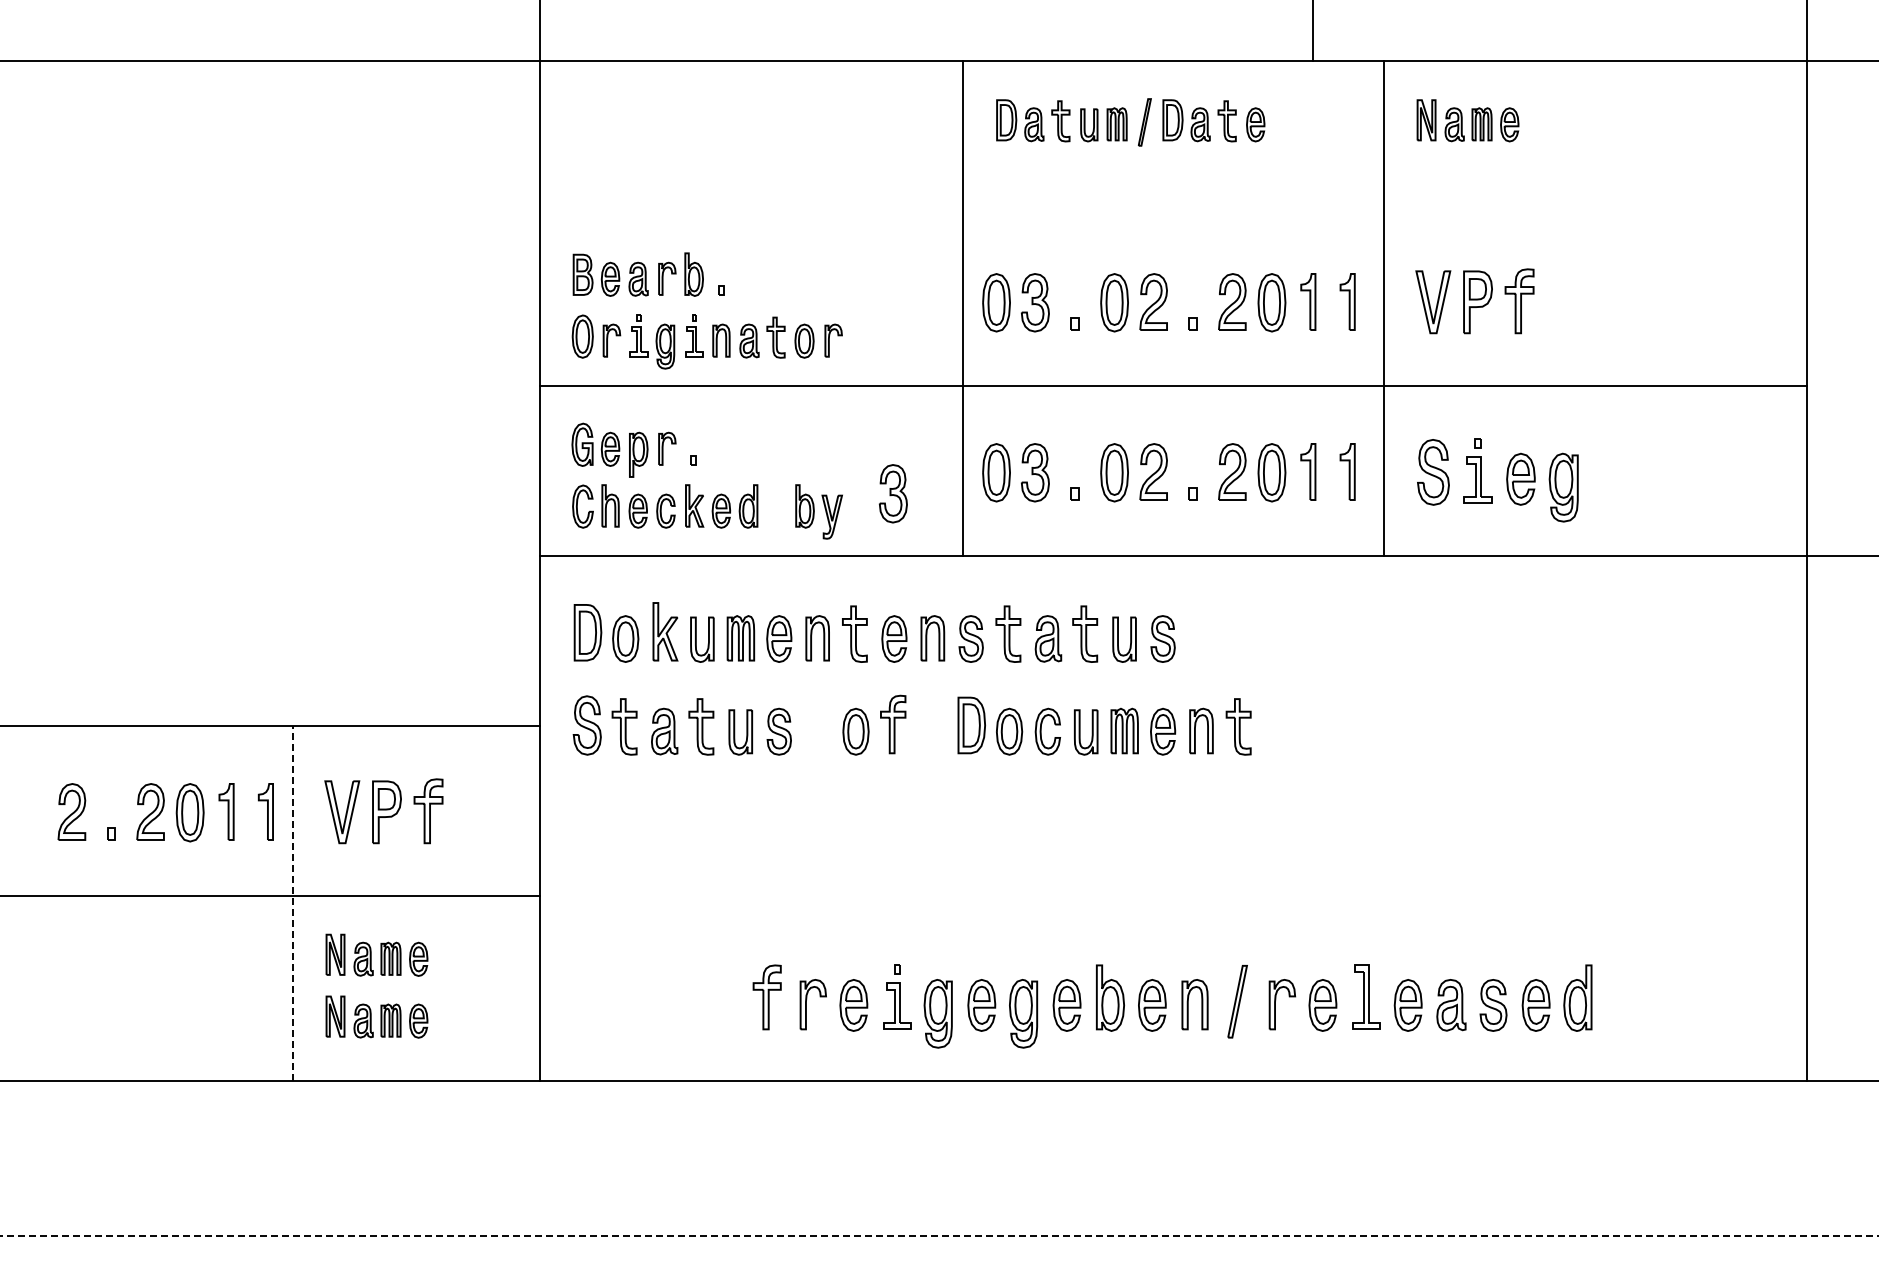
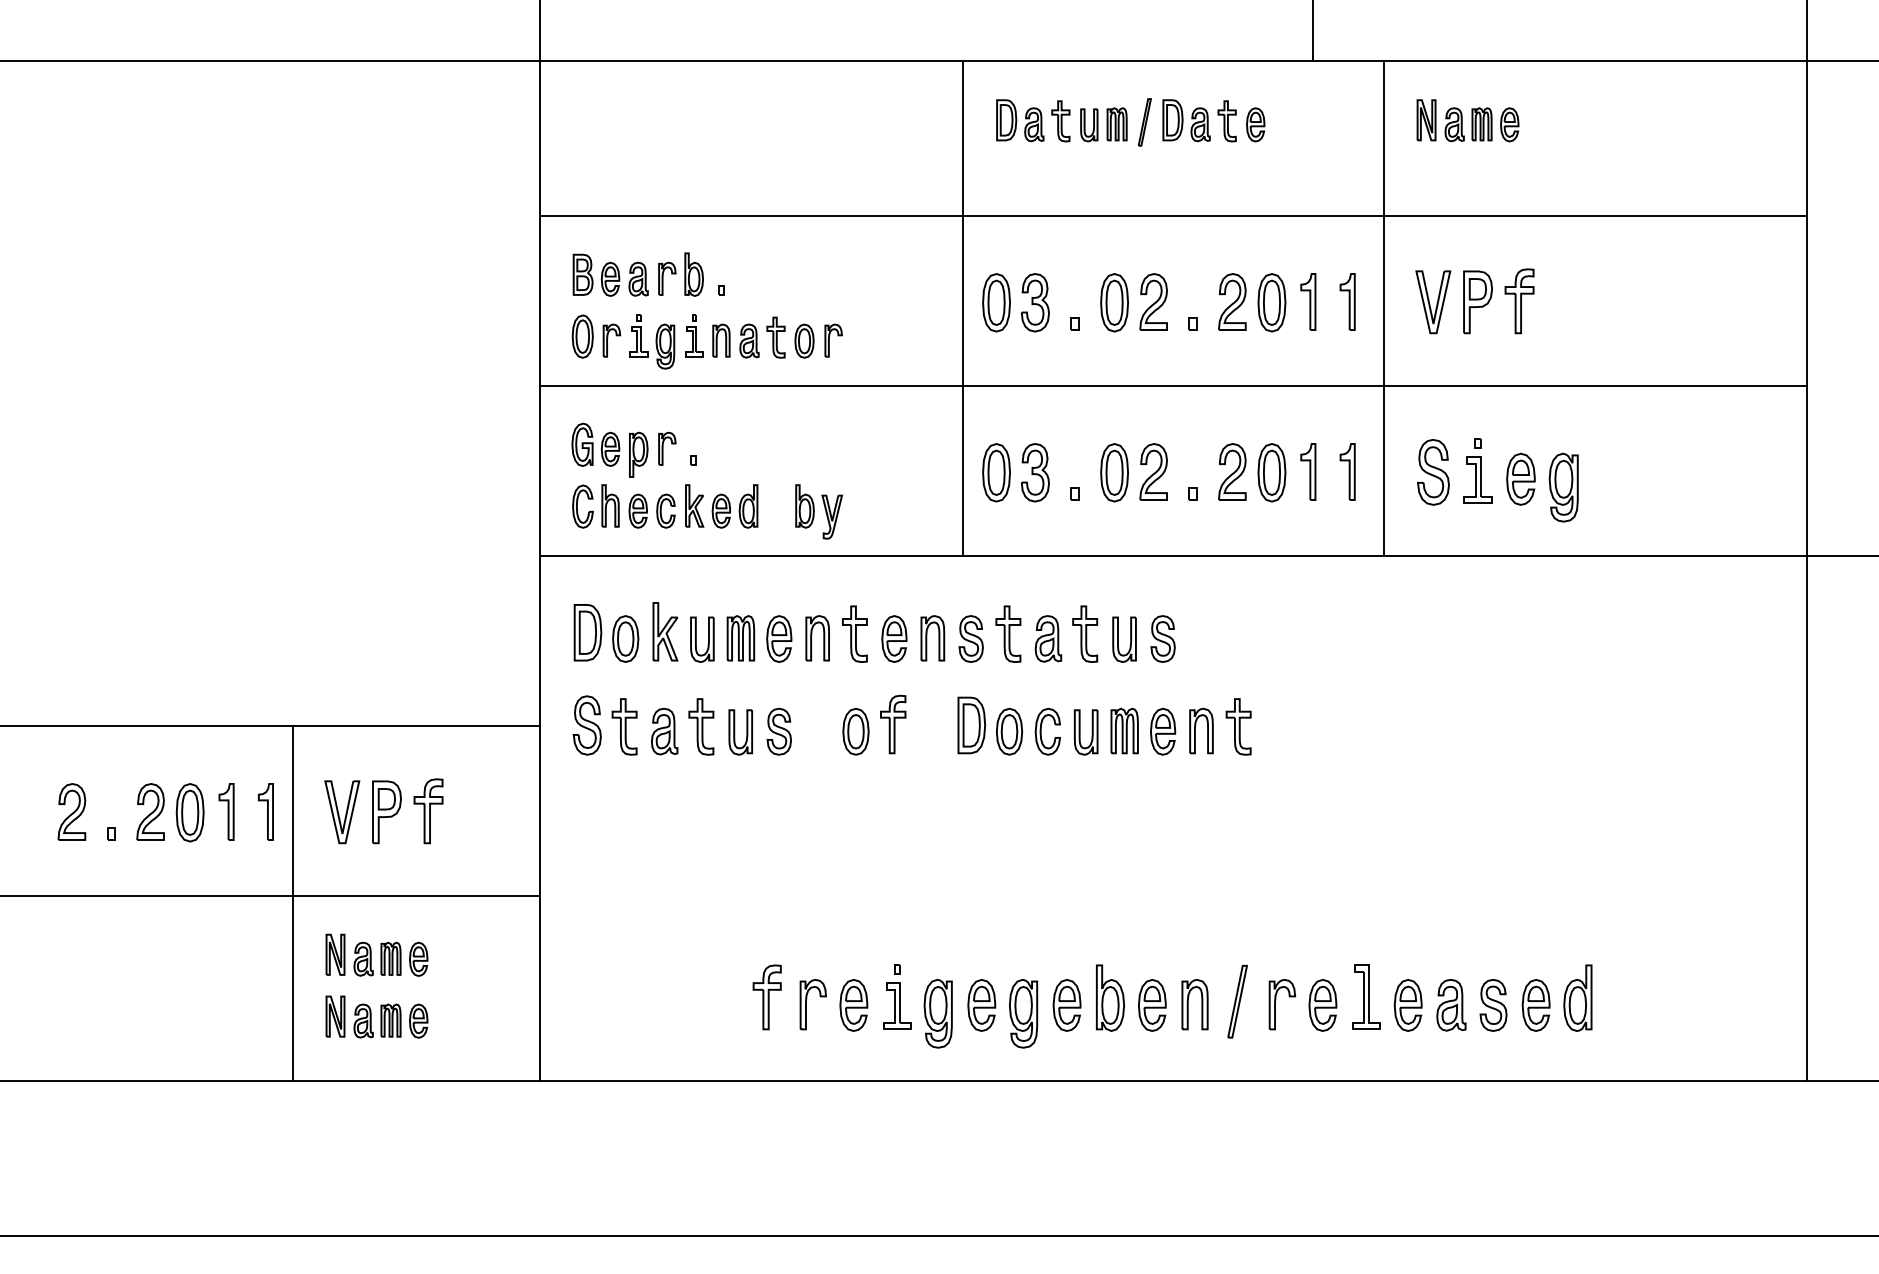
line at (1173, 215): none -> present
part at (893, 493): present -> none
line at (292, 903): dashed -> solid
line at (939, 1235): dashed -> solid
